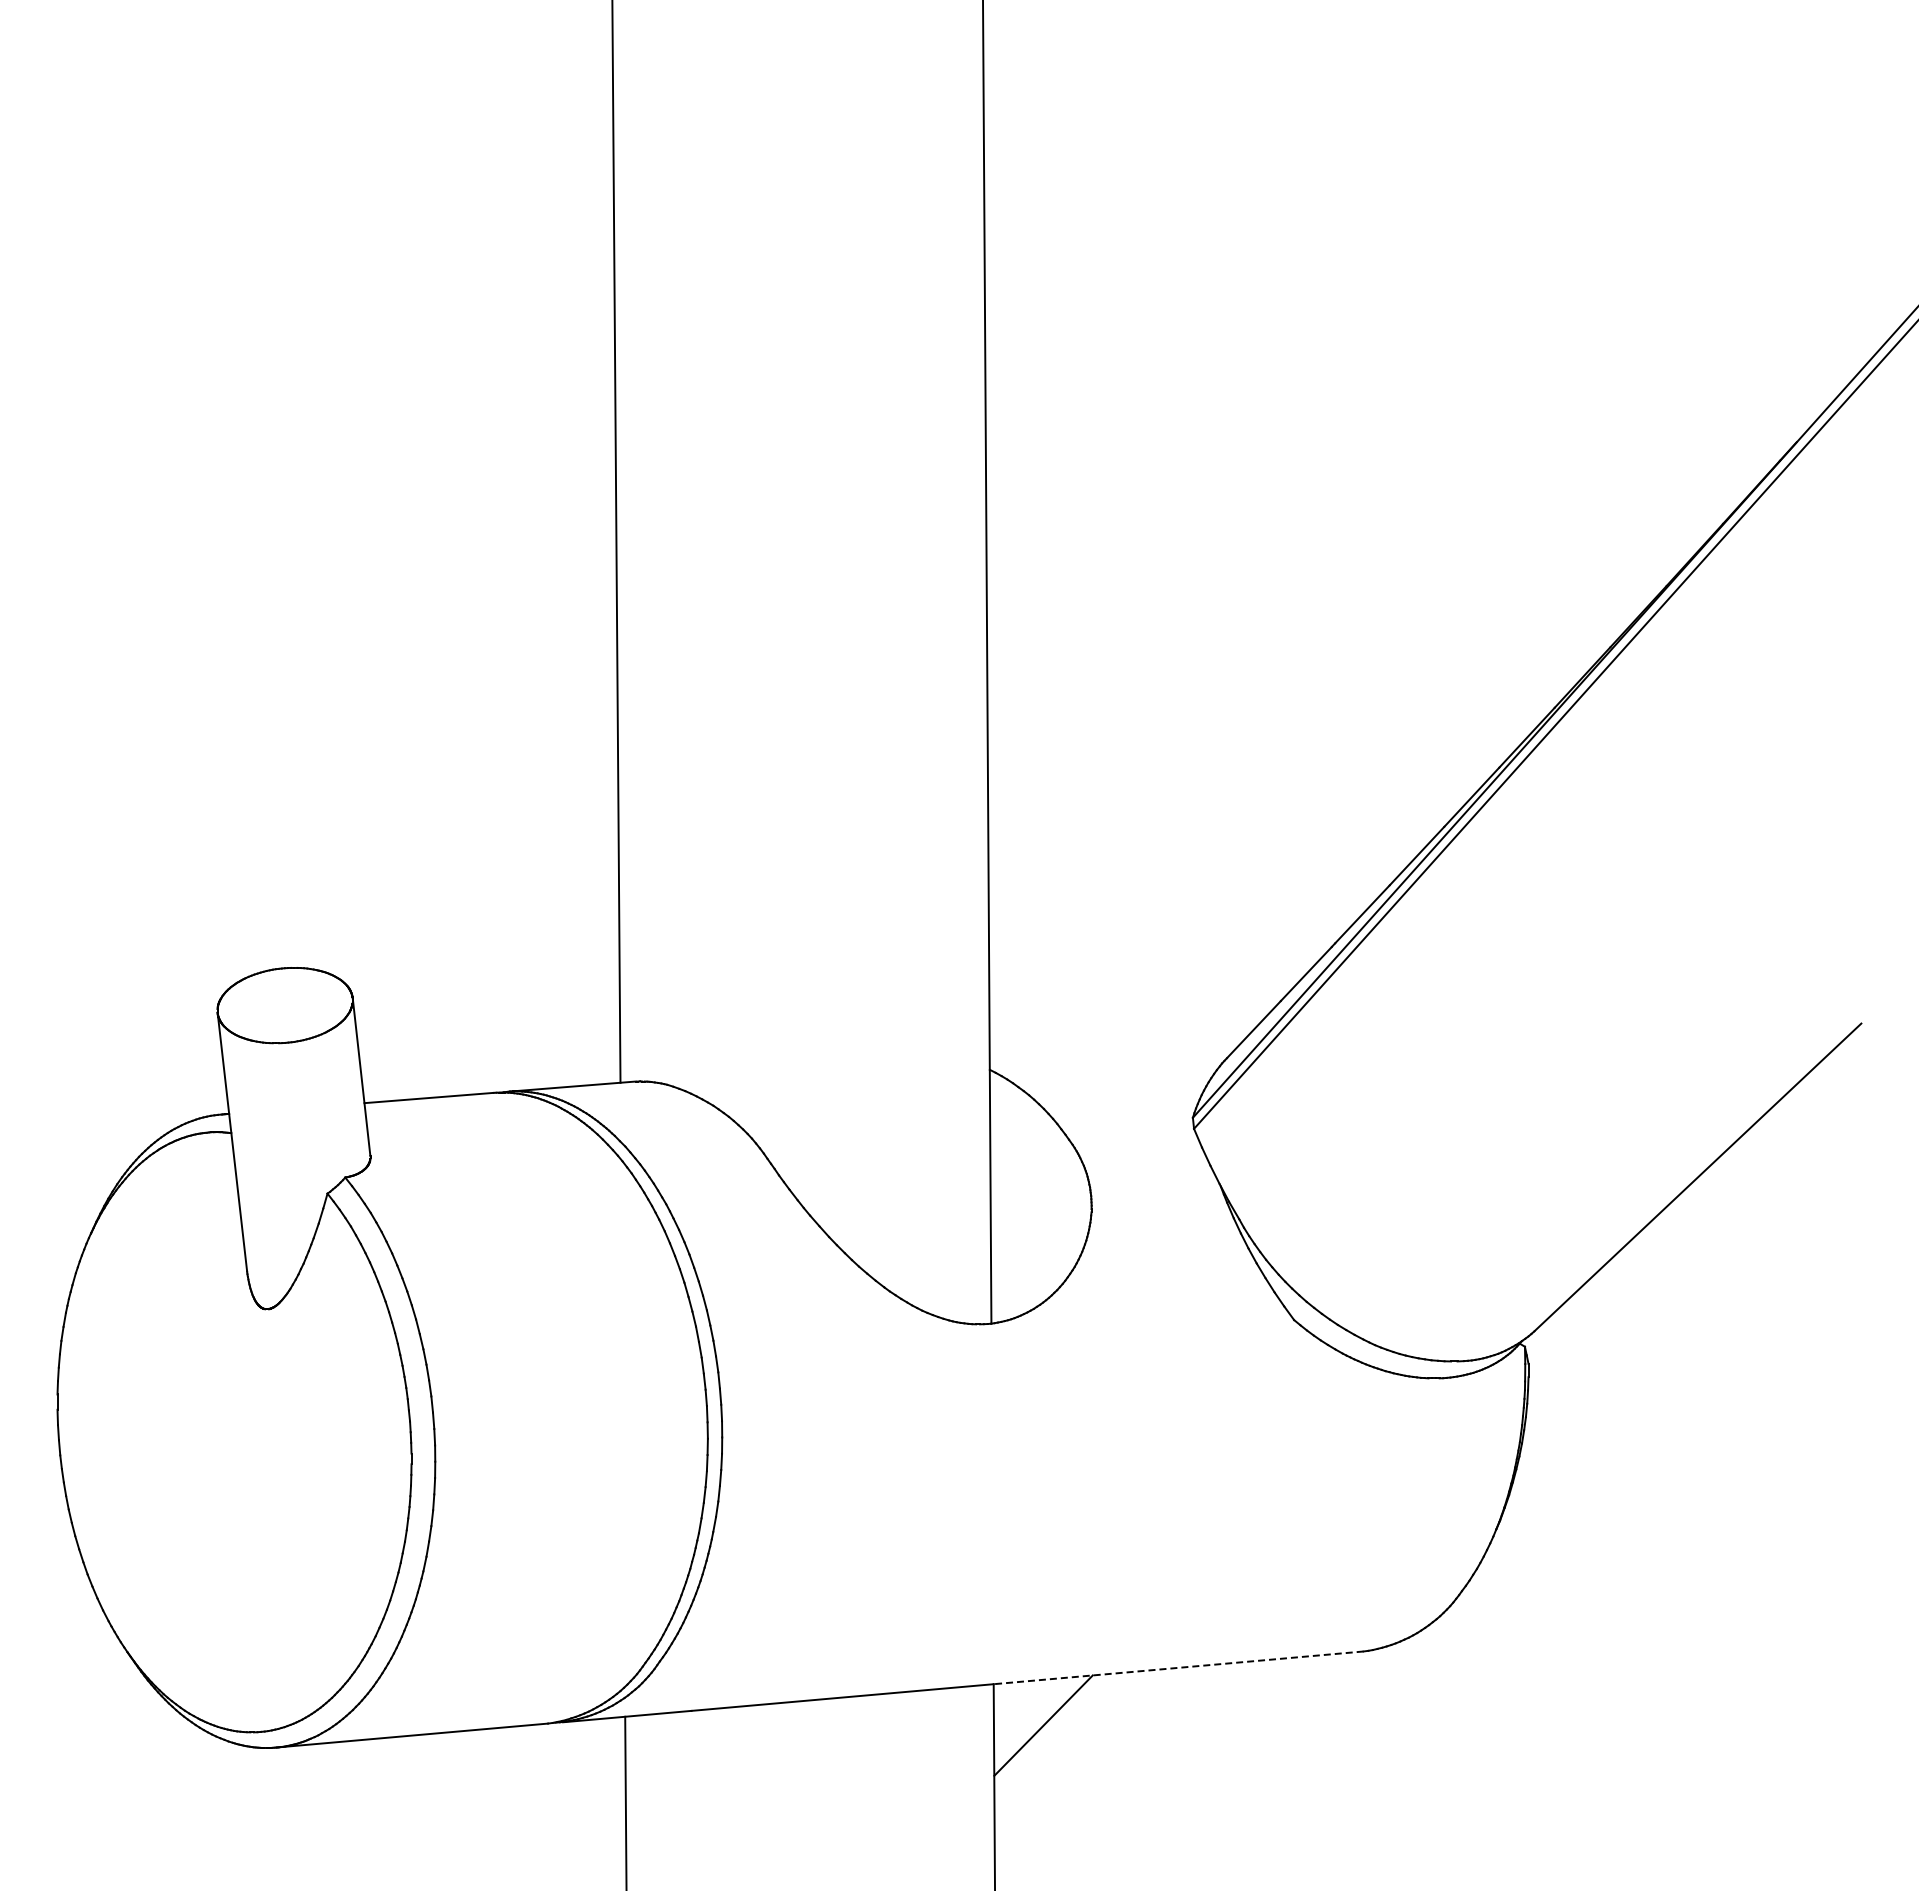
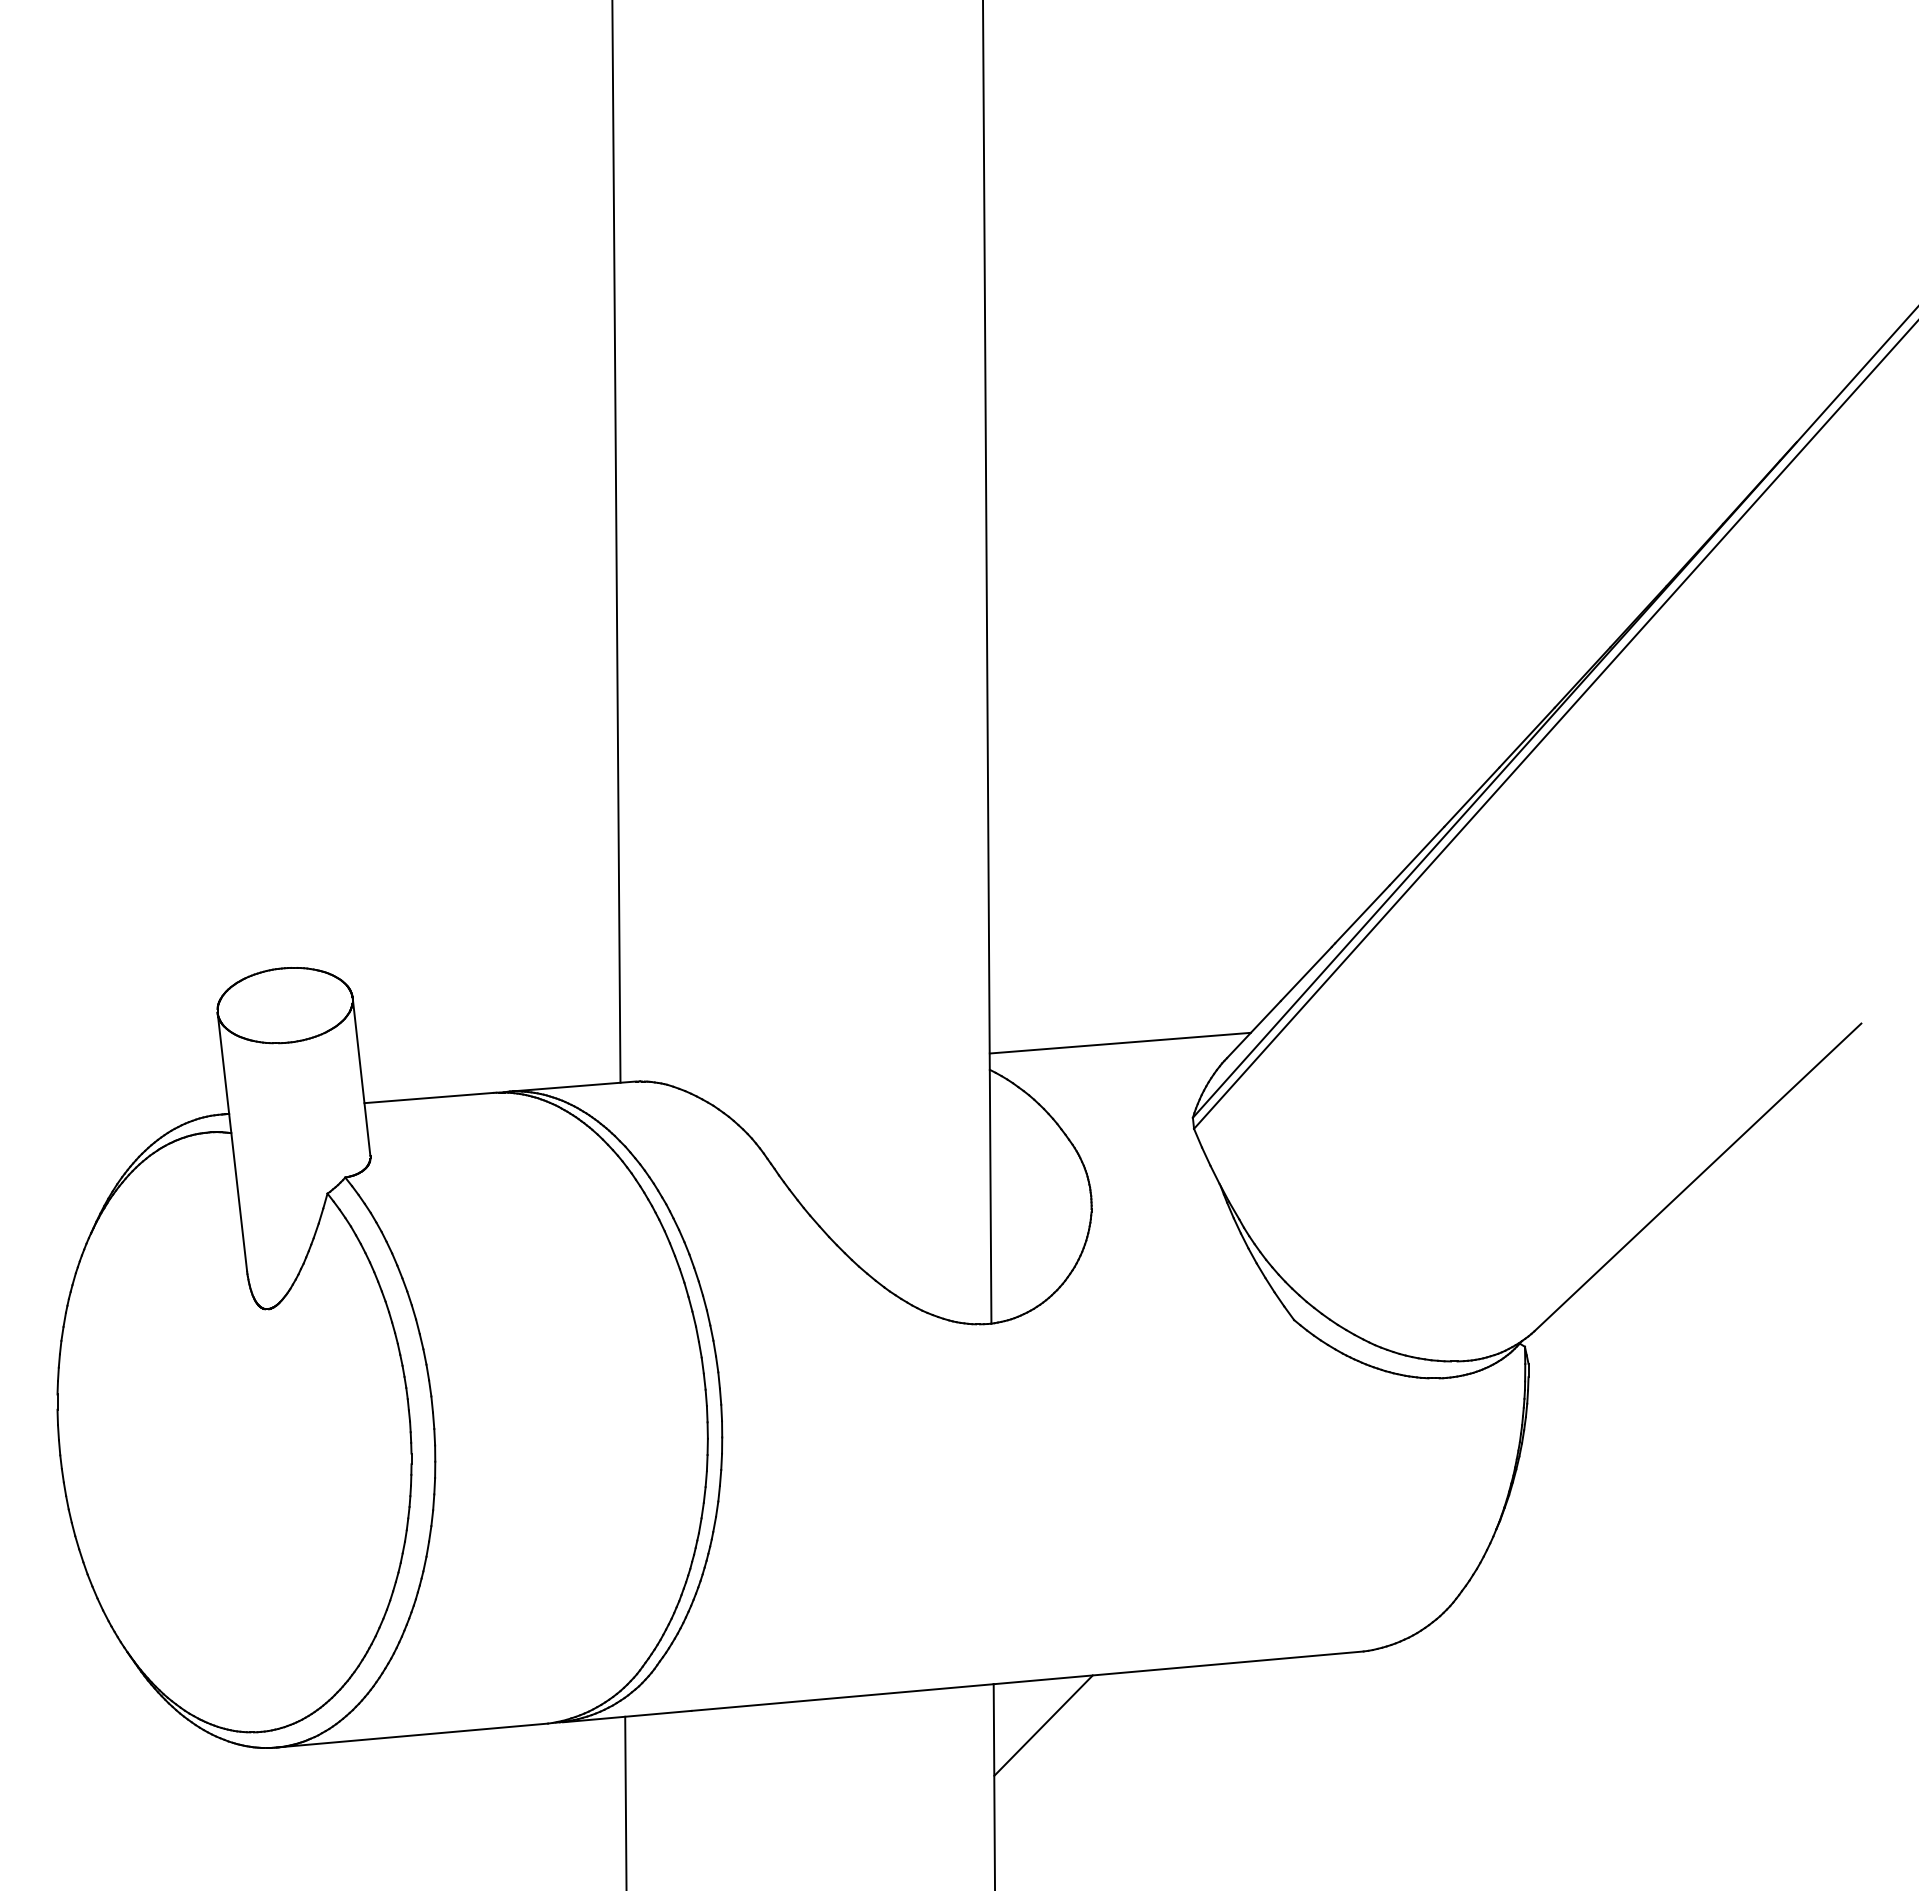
line at (1119, 1042): none -> present
line at (1178, 1667): dashed -> solid
